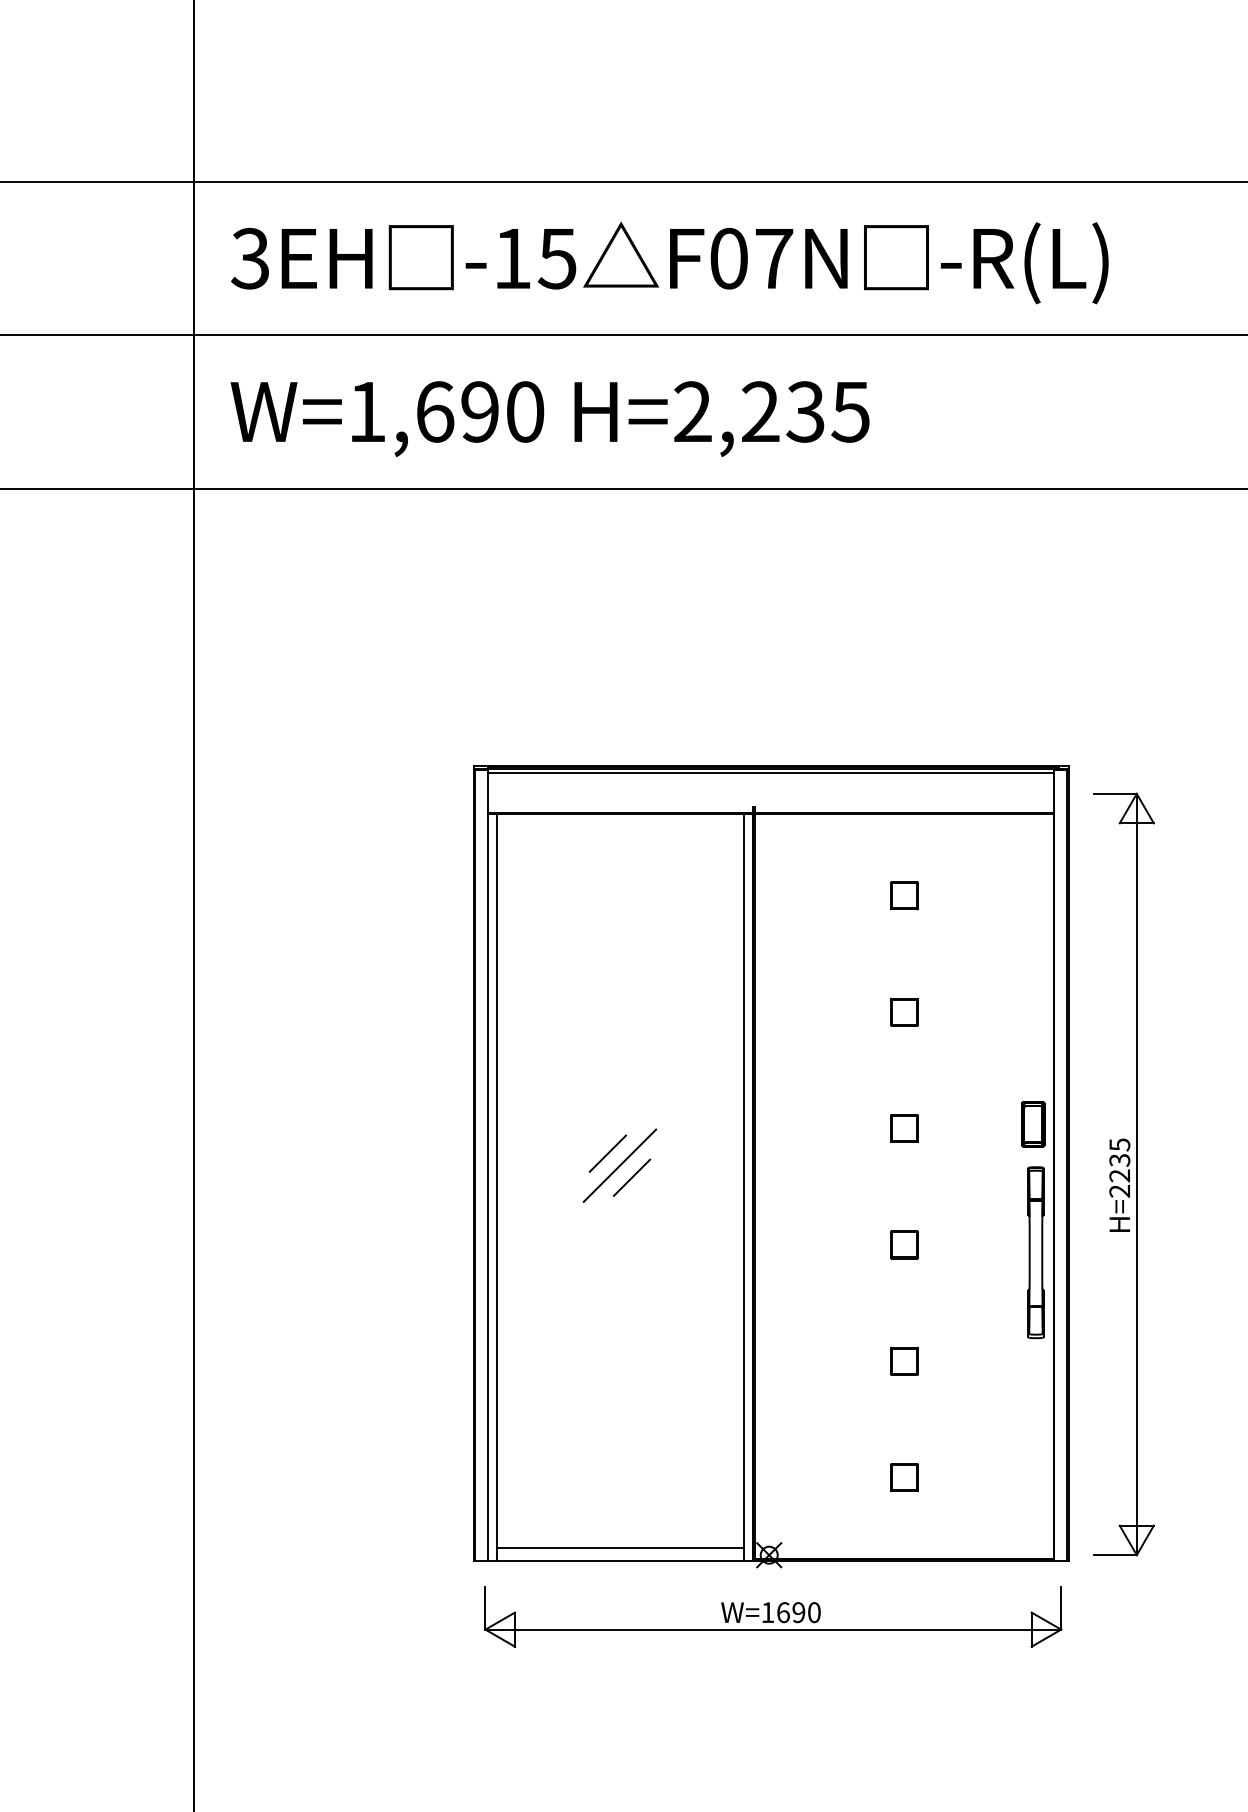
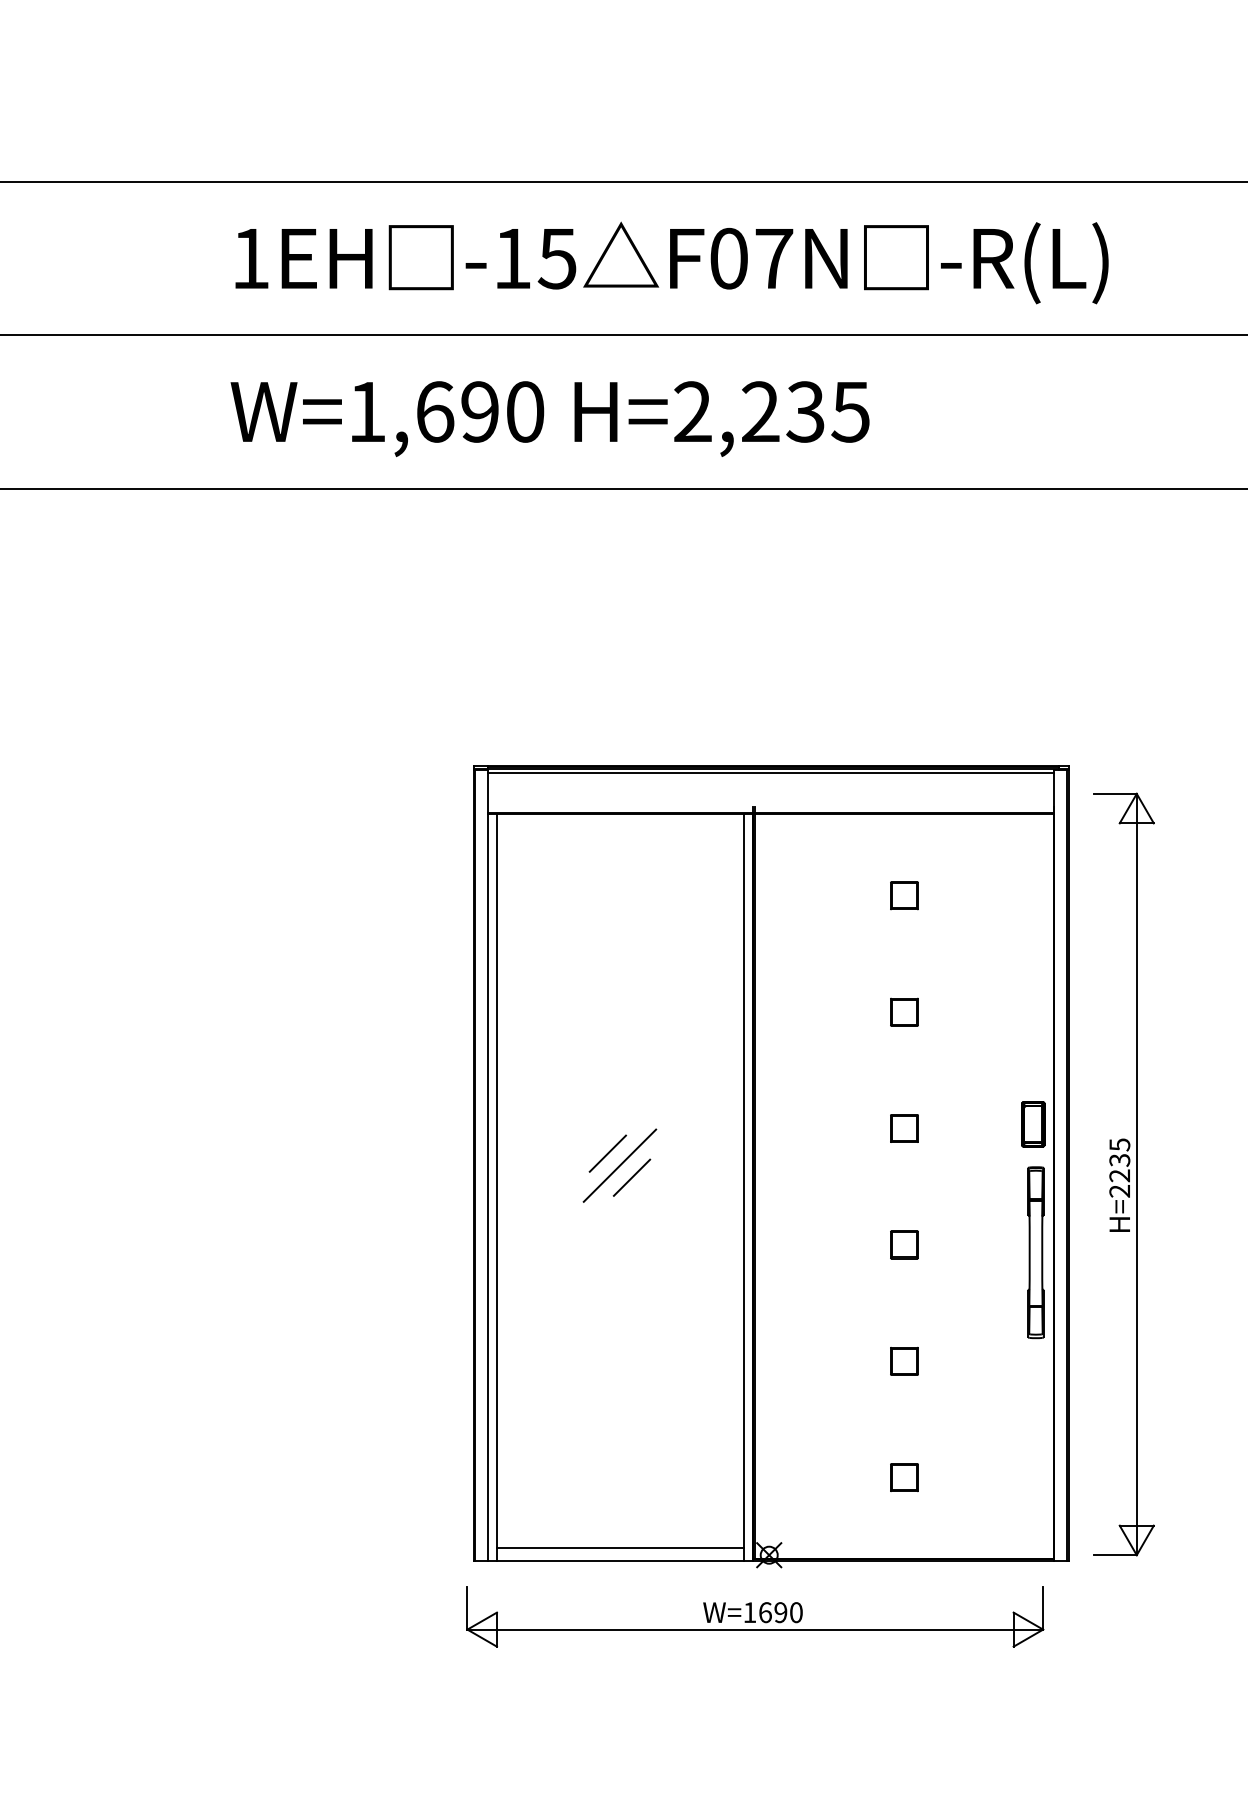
text at (249, 258): 3EH -> 1EH
line at (194, 905): present -> none
part at (773, 1616) position: (773, 1616) -> (755, 1616)
